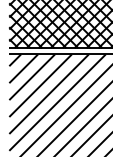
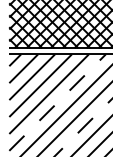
line at (57, 102): solid -> dashed
line at (83, 127): solid -> dashed
